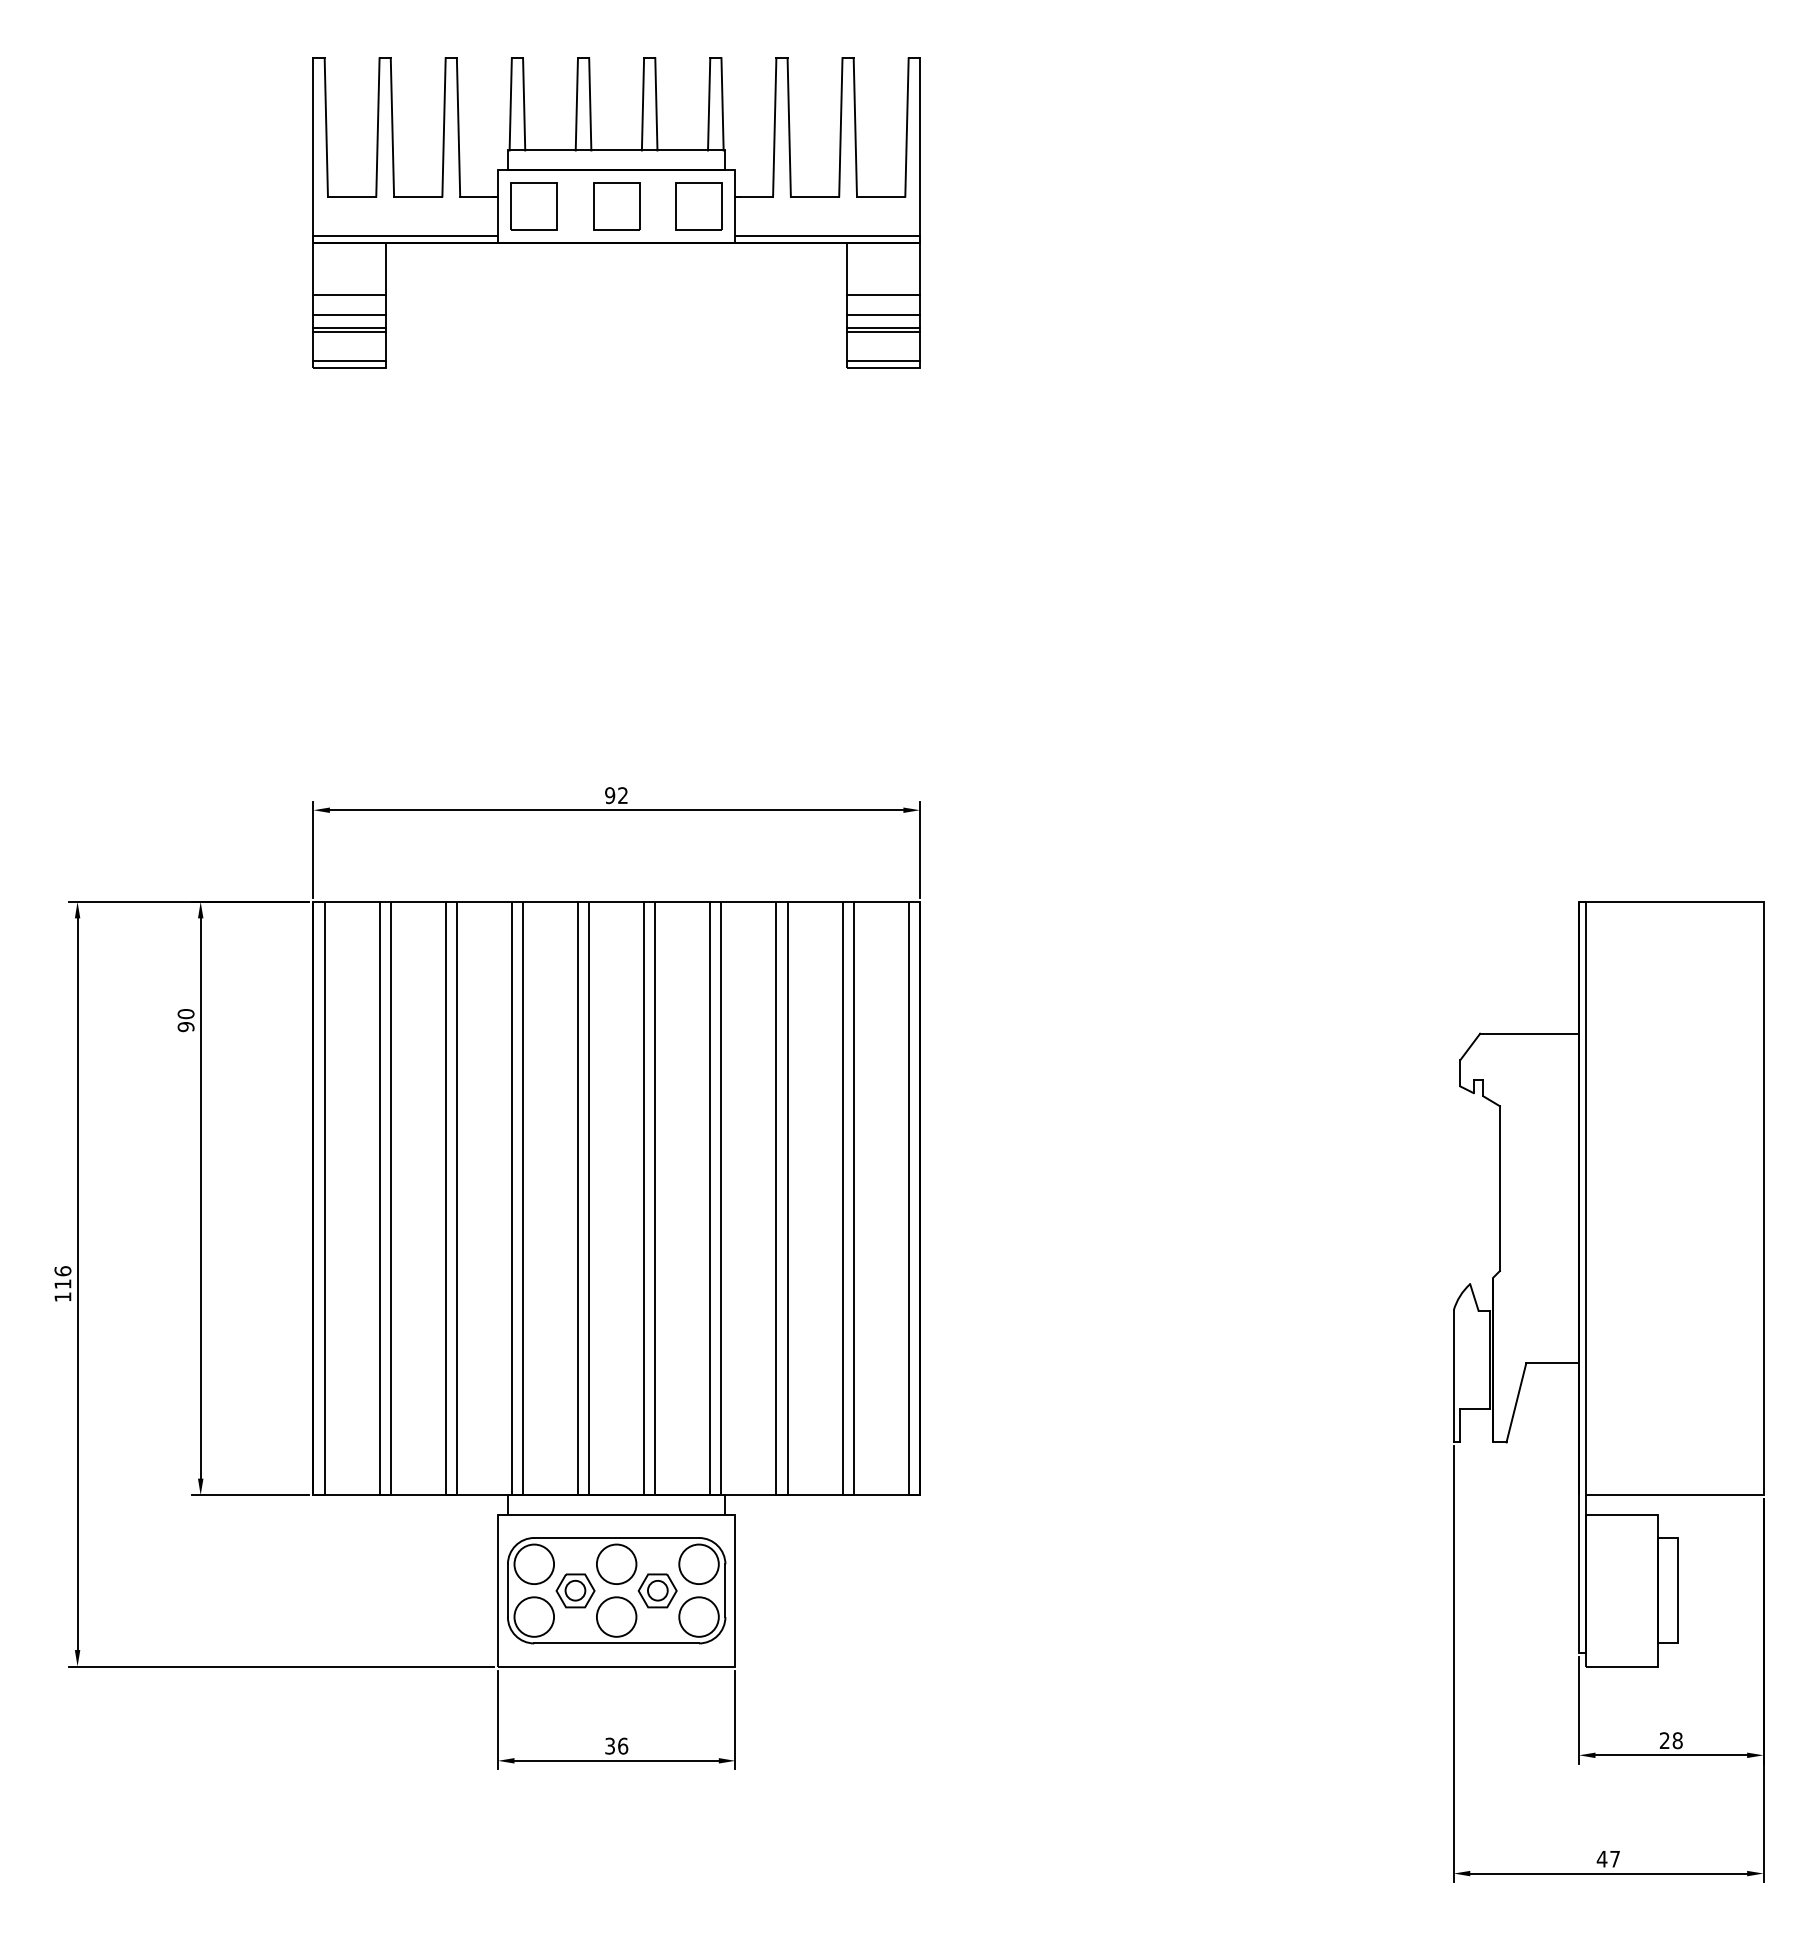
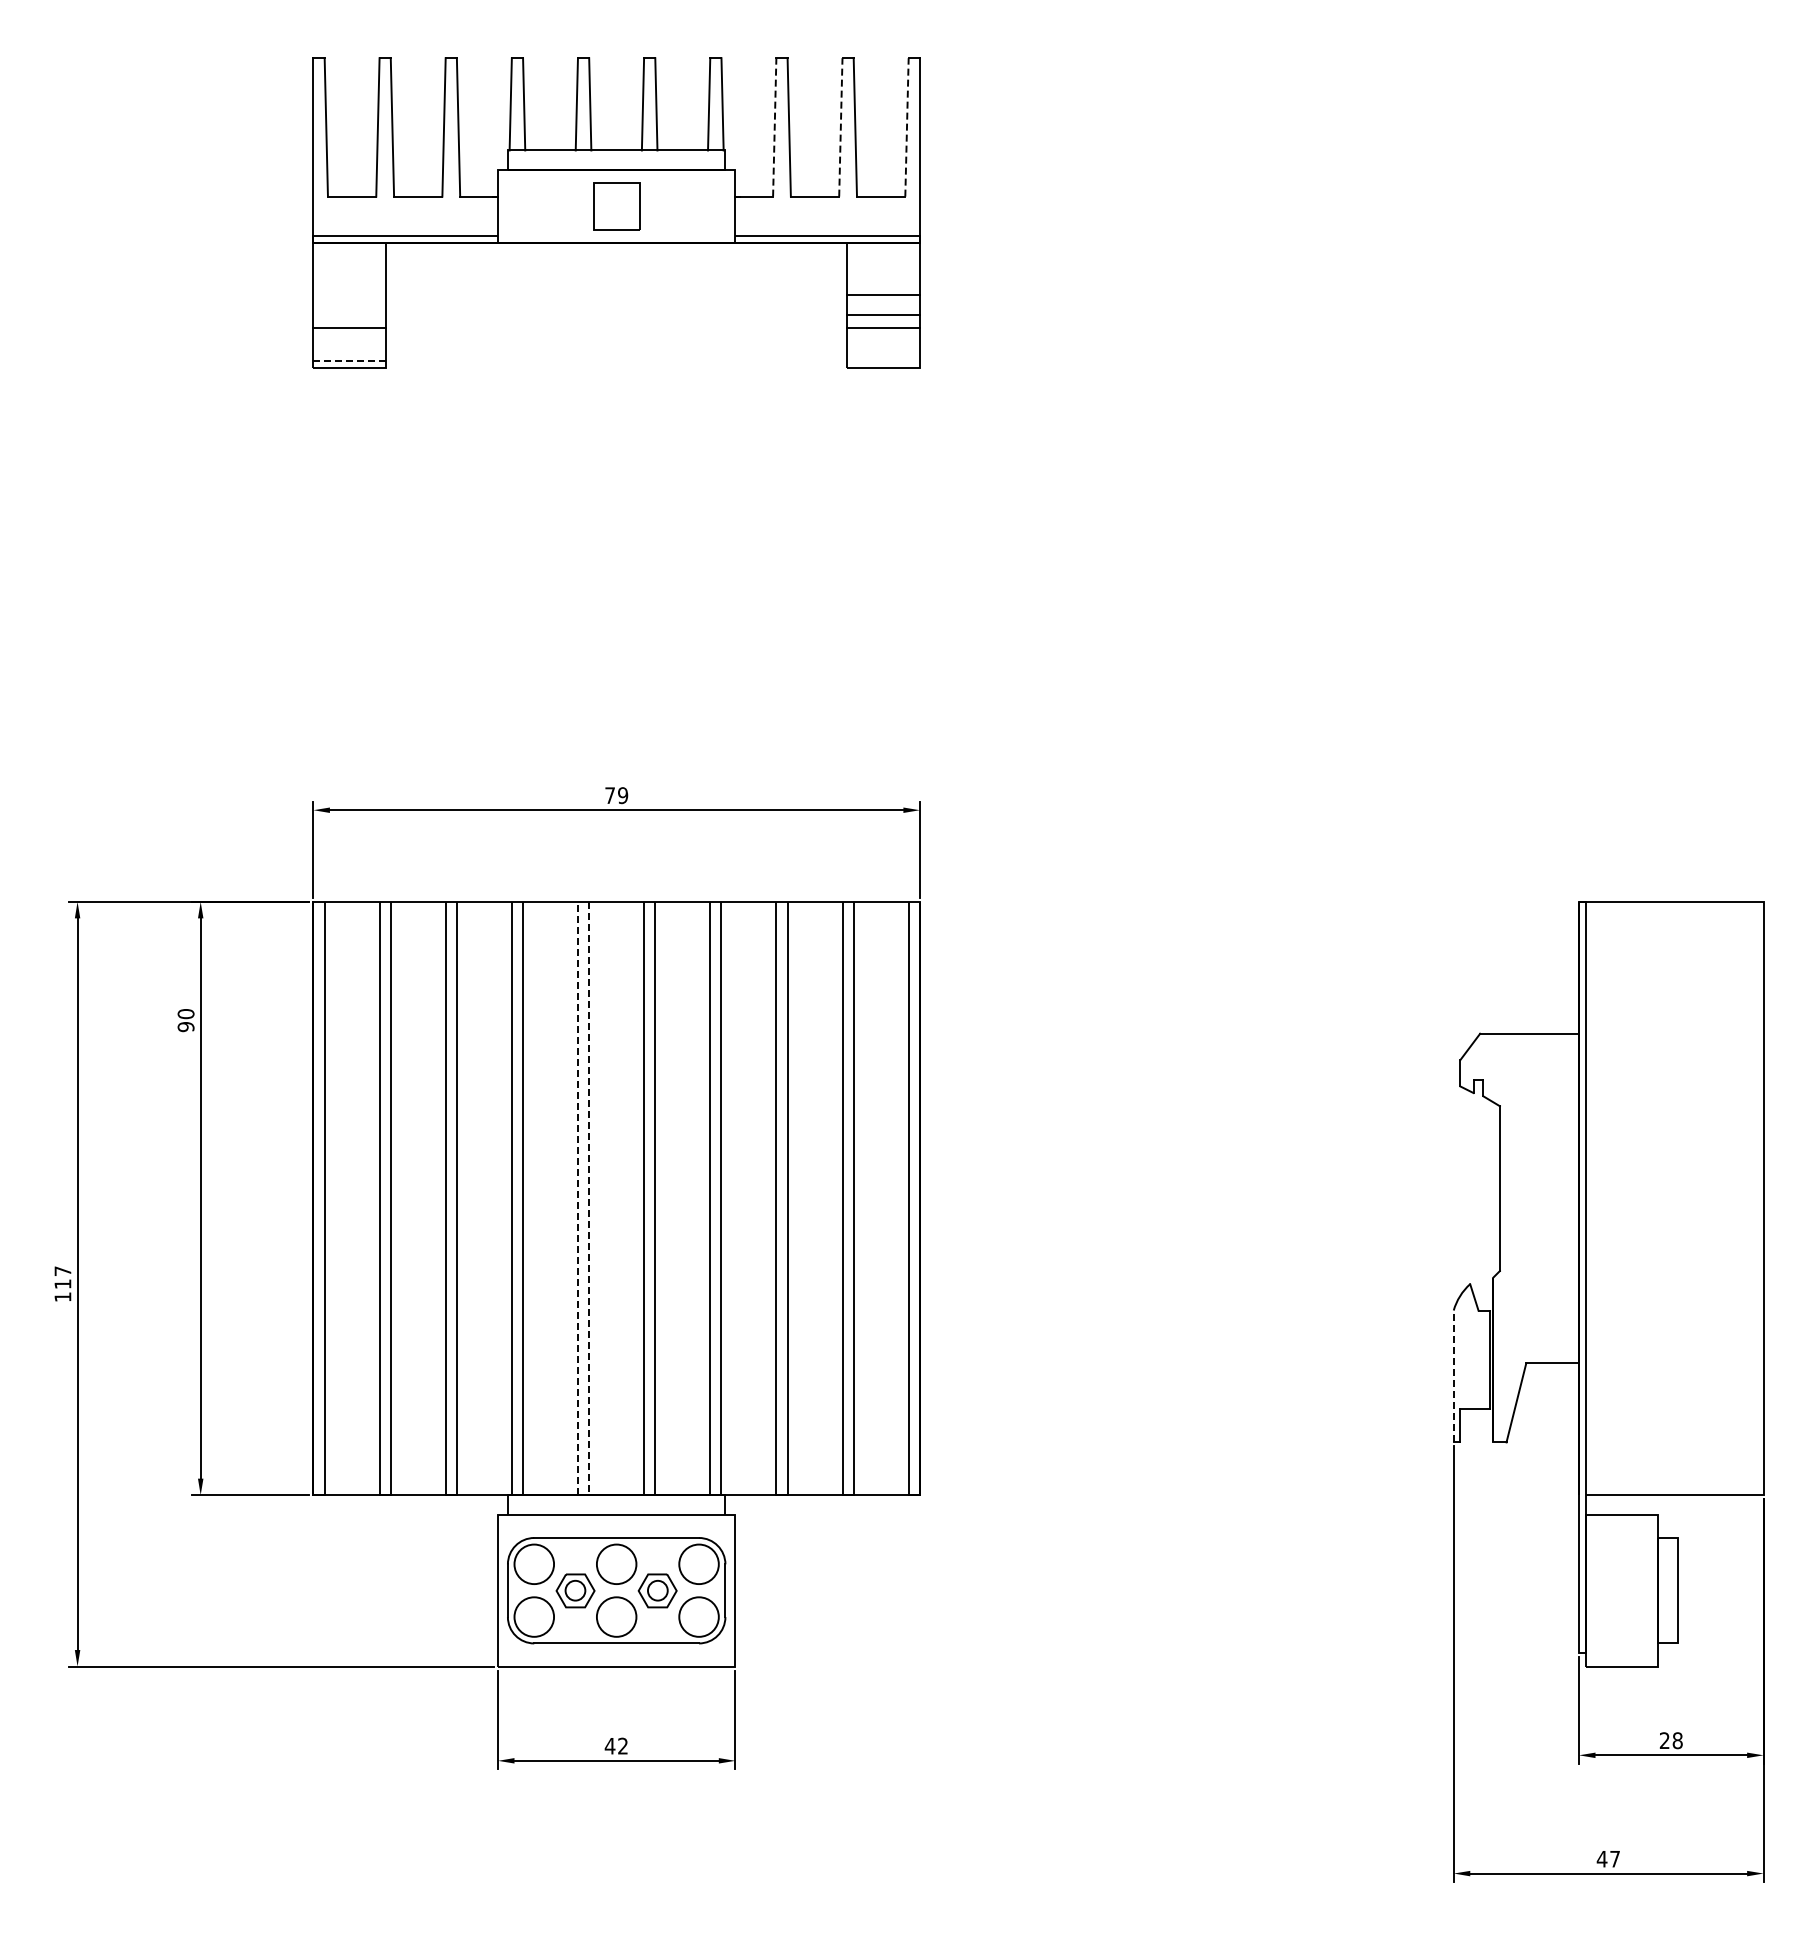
line at (774, 126): solid -> dashed
line at (840, 126): solid -> dashed
line at (907, 126): solid -> dashed
part at (533, 206): present -> none
part at (698, 206): present -> none
line at (349, 295): present -> none
line at (349, 315): present -> none
line at (349, 331): present -> none
line at (883, 331): present -> none
line at (349, 361): solid -> dashed
line at (883, 361): present -> none
text at (616, 795): 92 -> 79
text at (62, 1271): 116 -> 117
line at (1453, 1376): solid -> dashed
line at (583, 1495): solid -> dashed
text at (616, 1745): 36 -> 42
